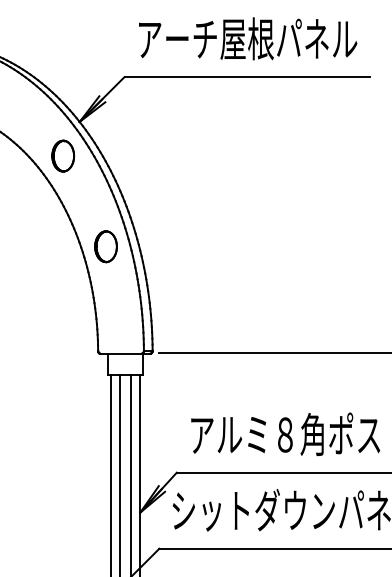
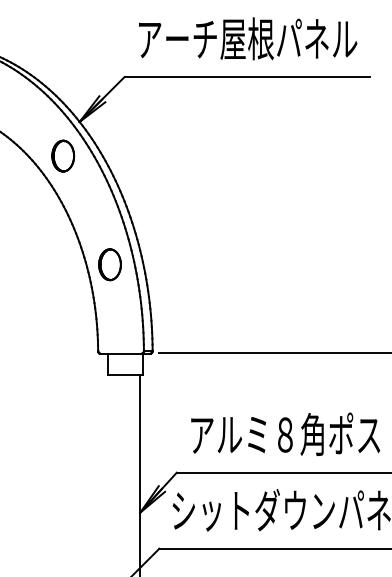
part at (105, 246) position: (105, 246) -> (109, 264)
line at (110, 473): present -> none
line at (119, 473): present -> none
line at (131, 473): present -> none
